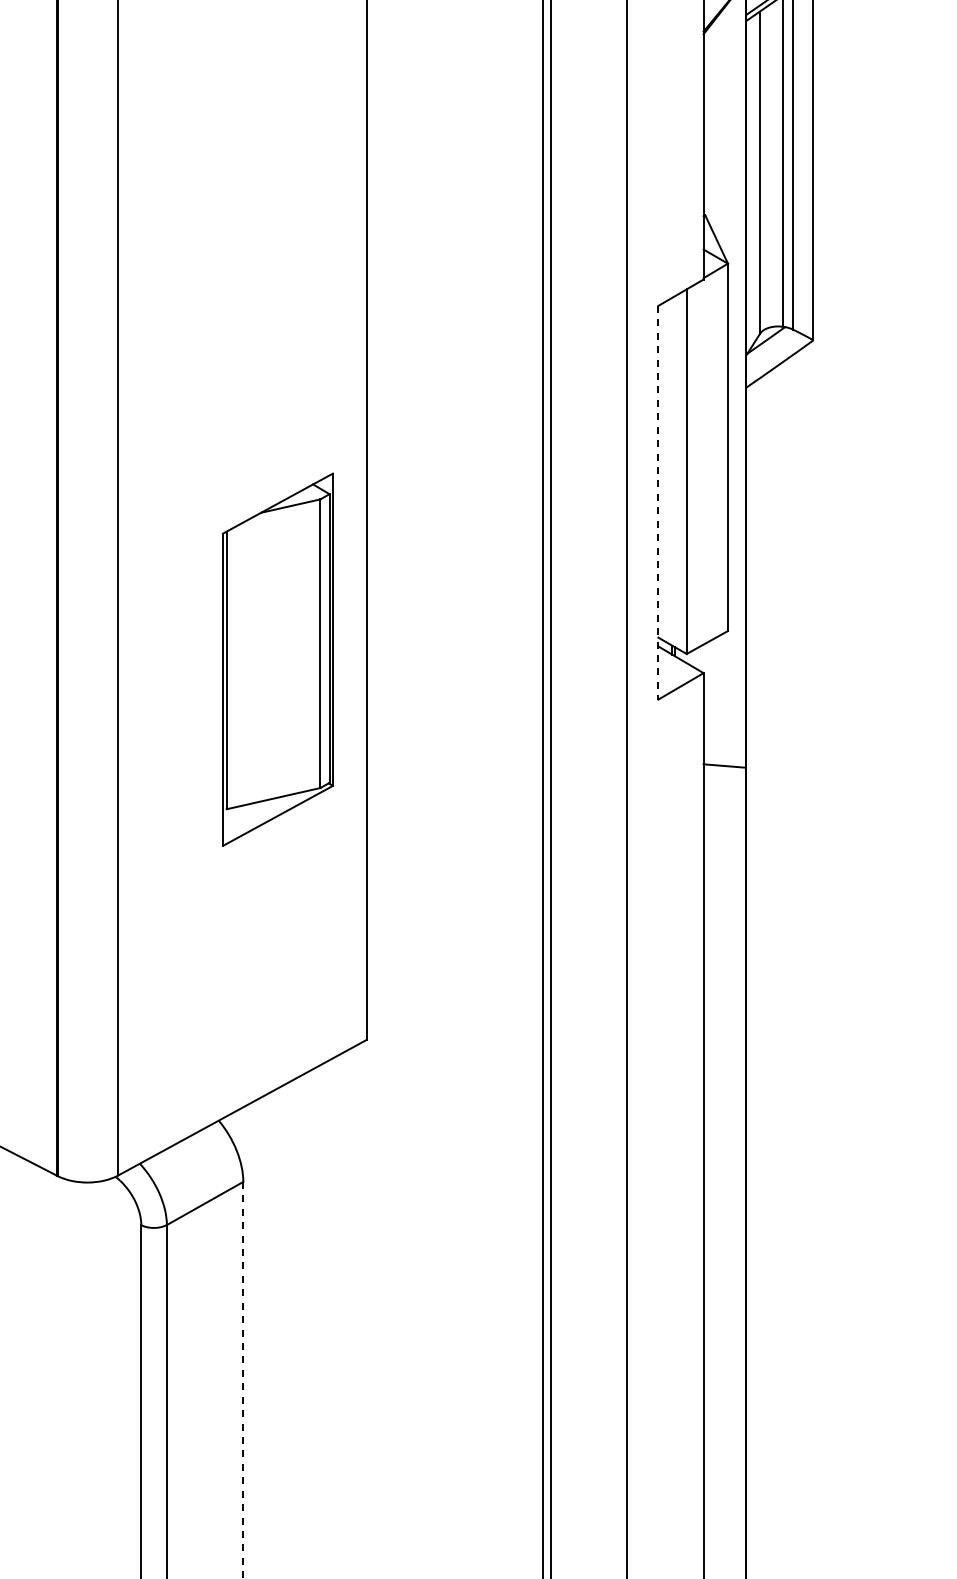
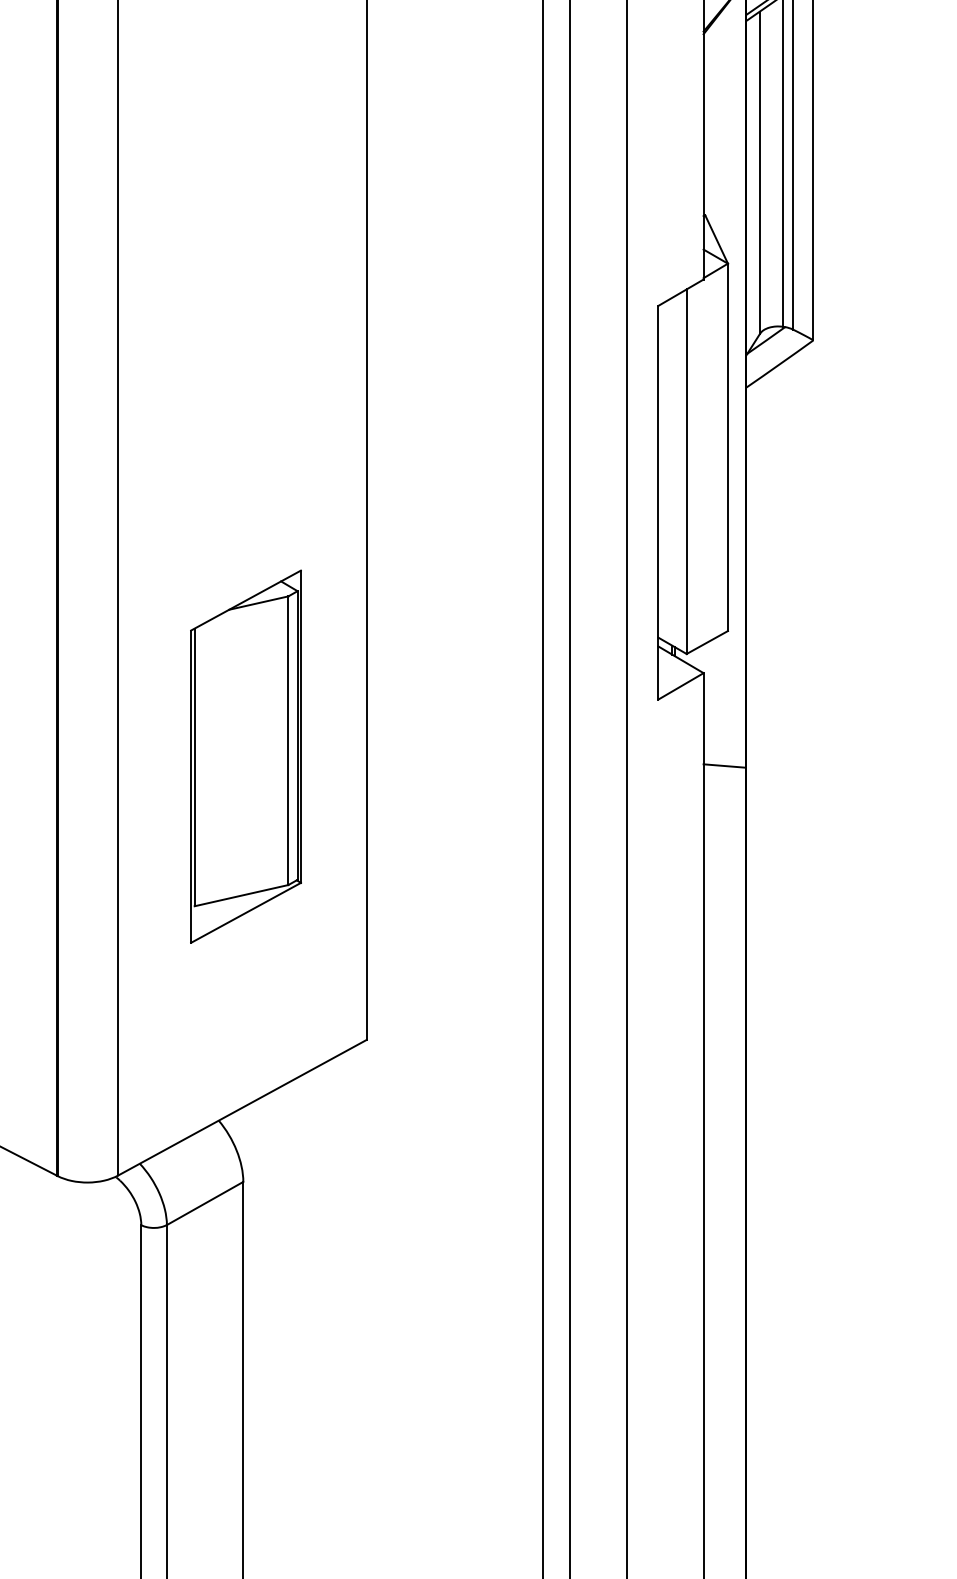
line at (658, 502): dashed -> solid
part at (277, 659) position: (277, 659) -> (245, 756)
line at (551, 788) position: (551, 788) -> (570, 788)
line at (243, 1380): dashed -> solid
